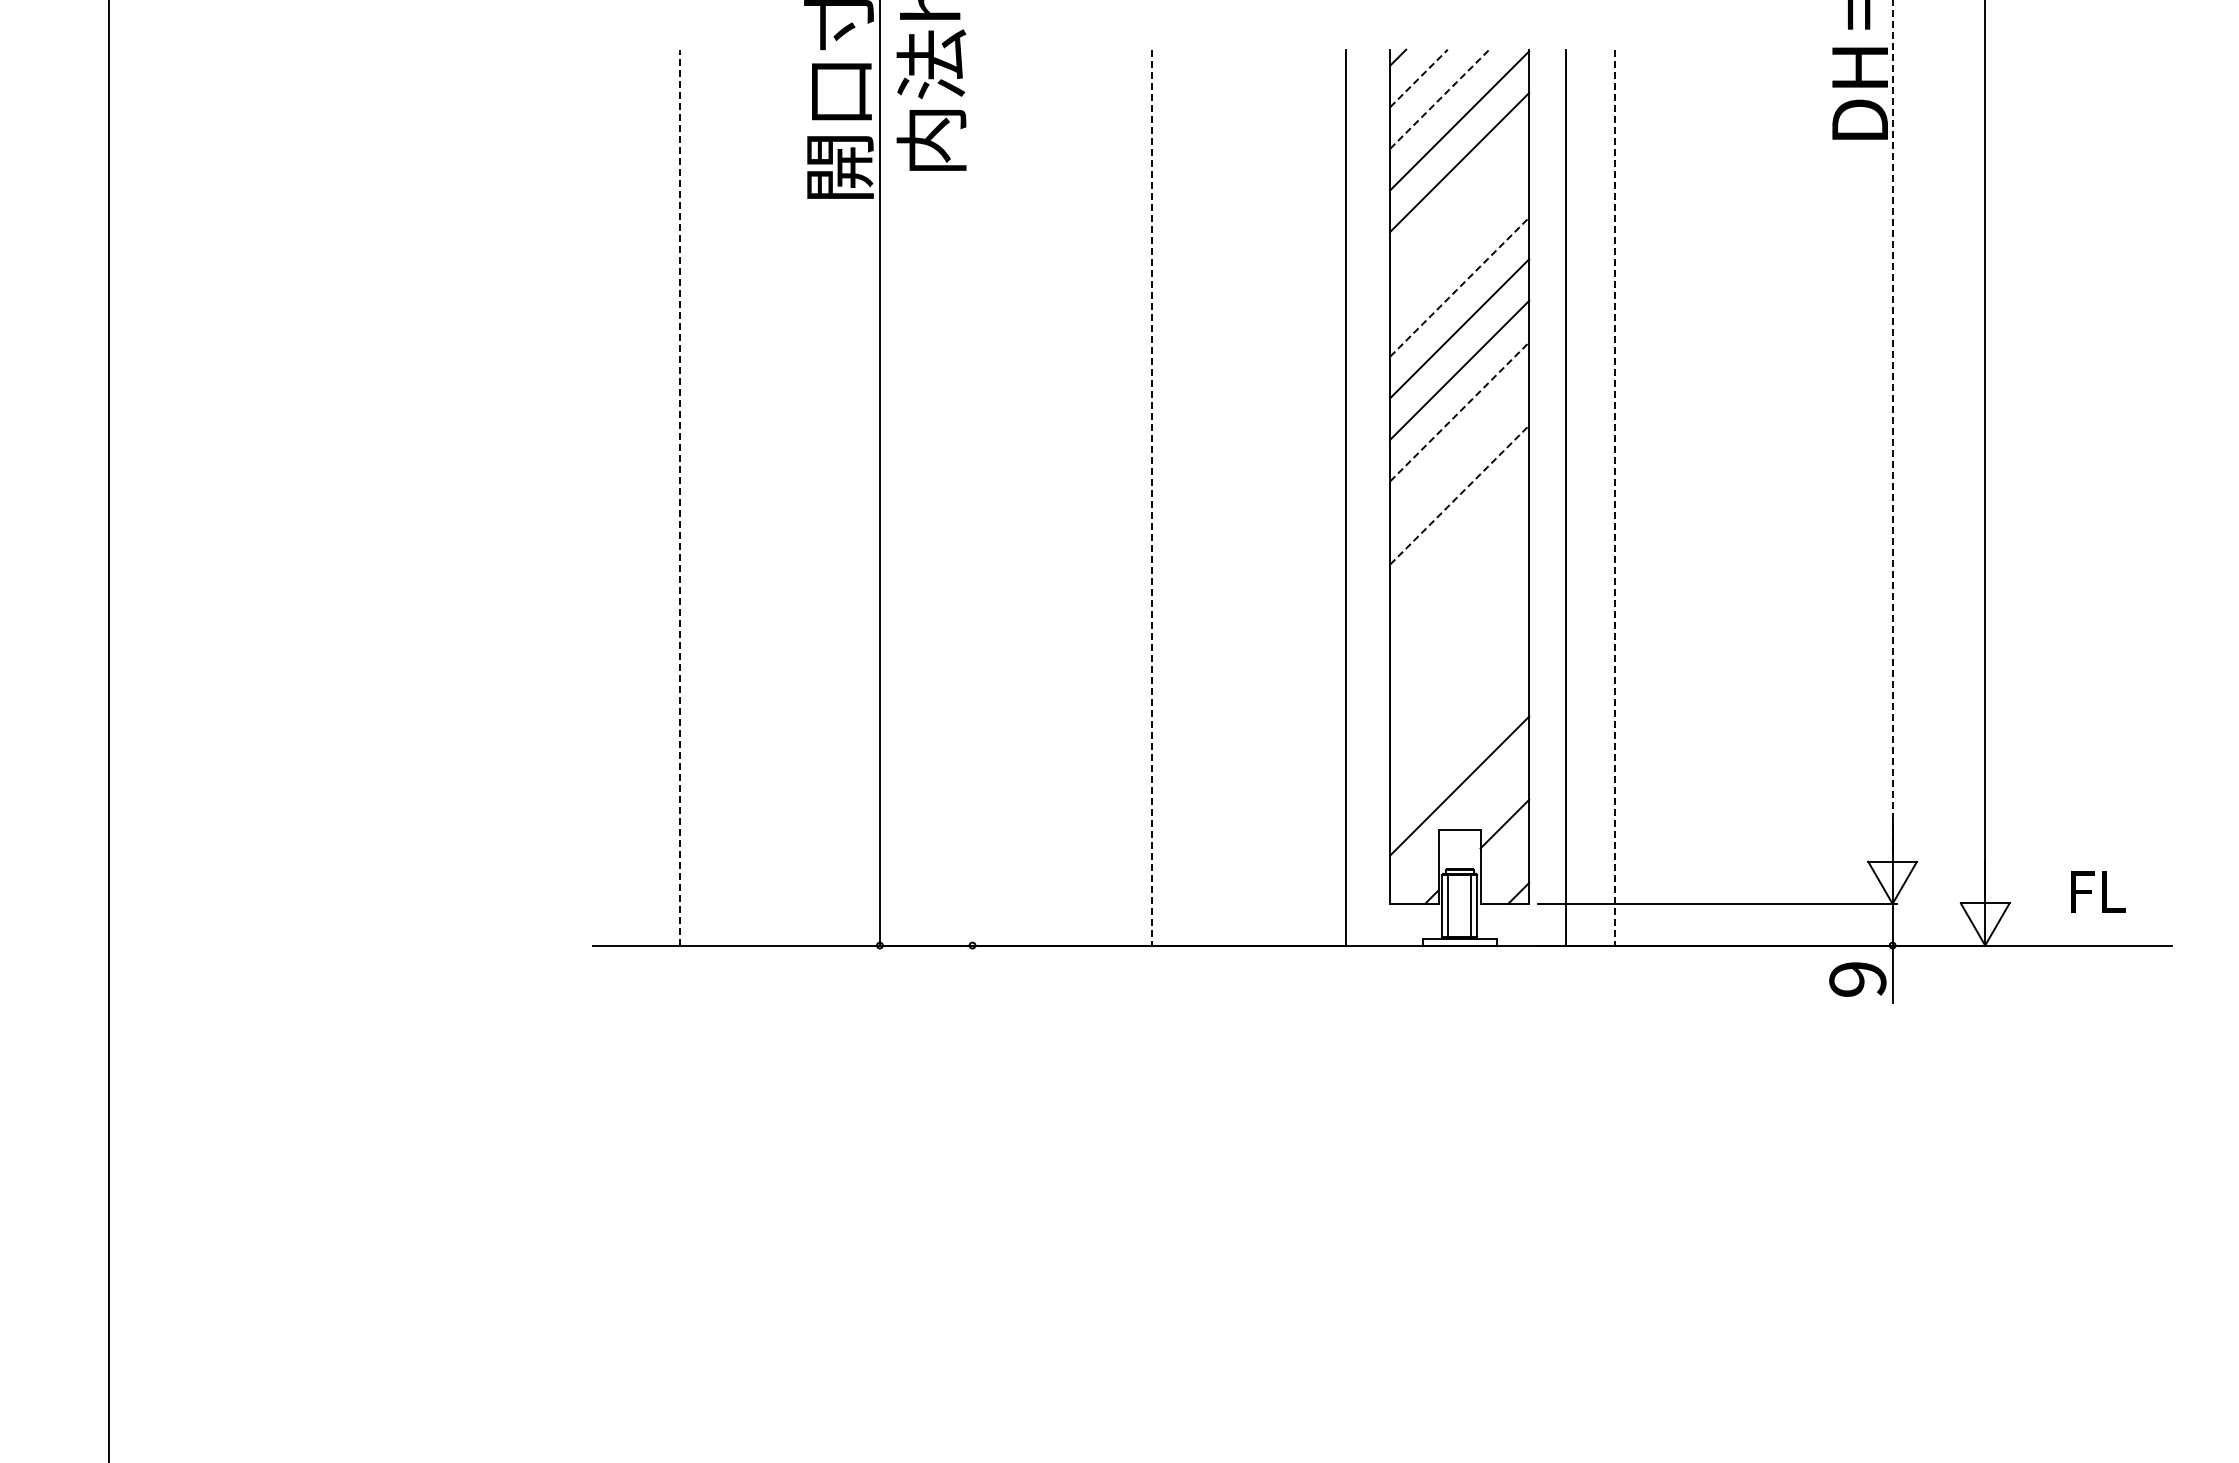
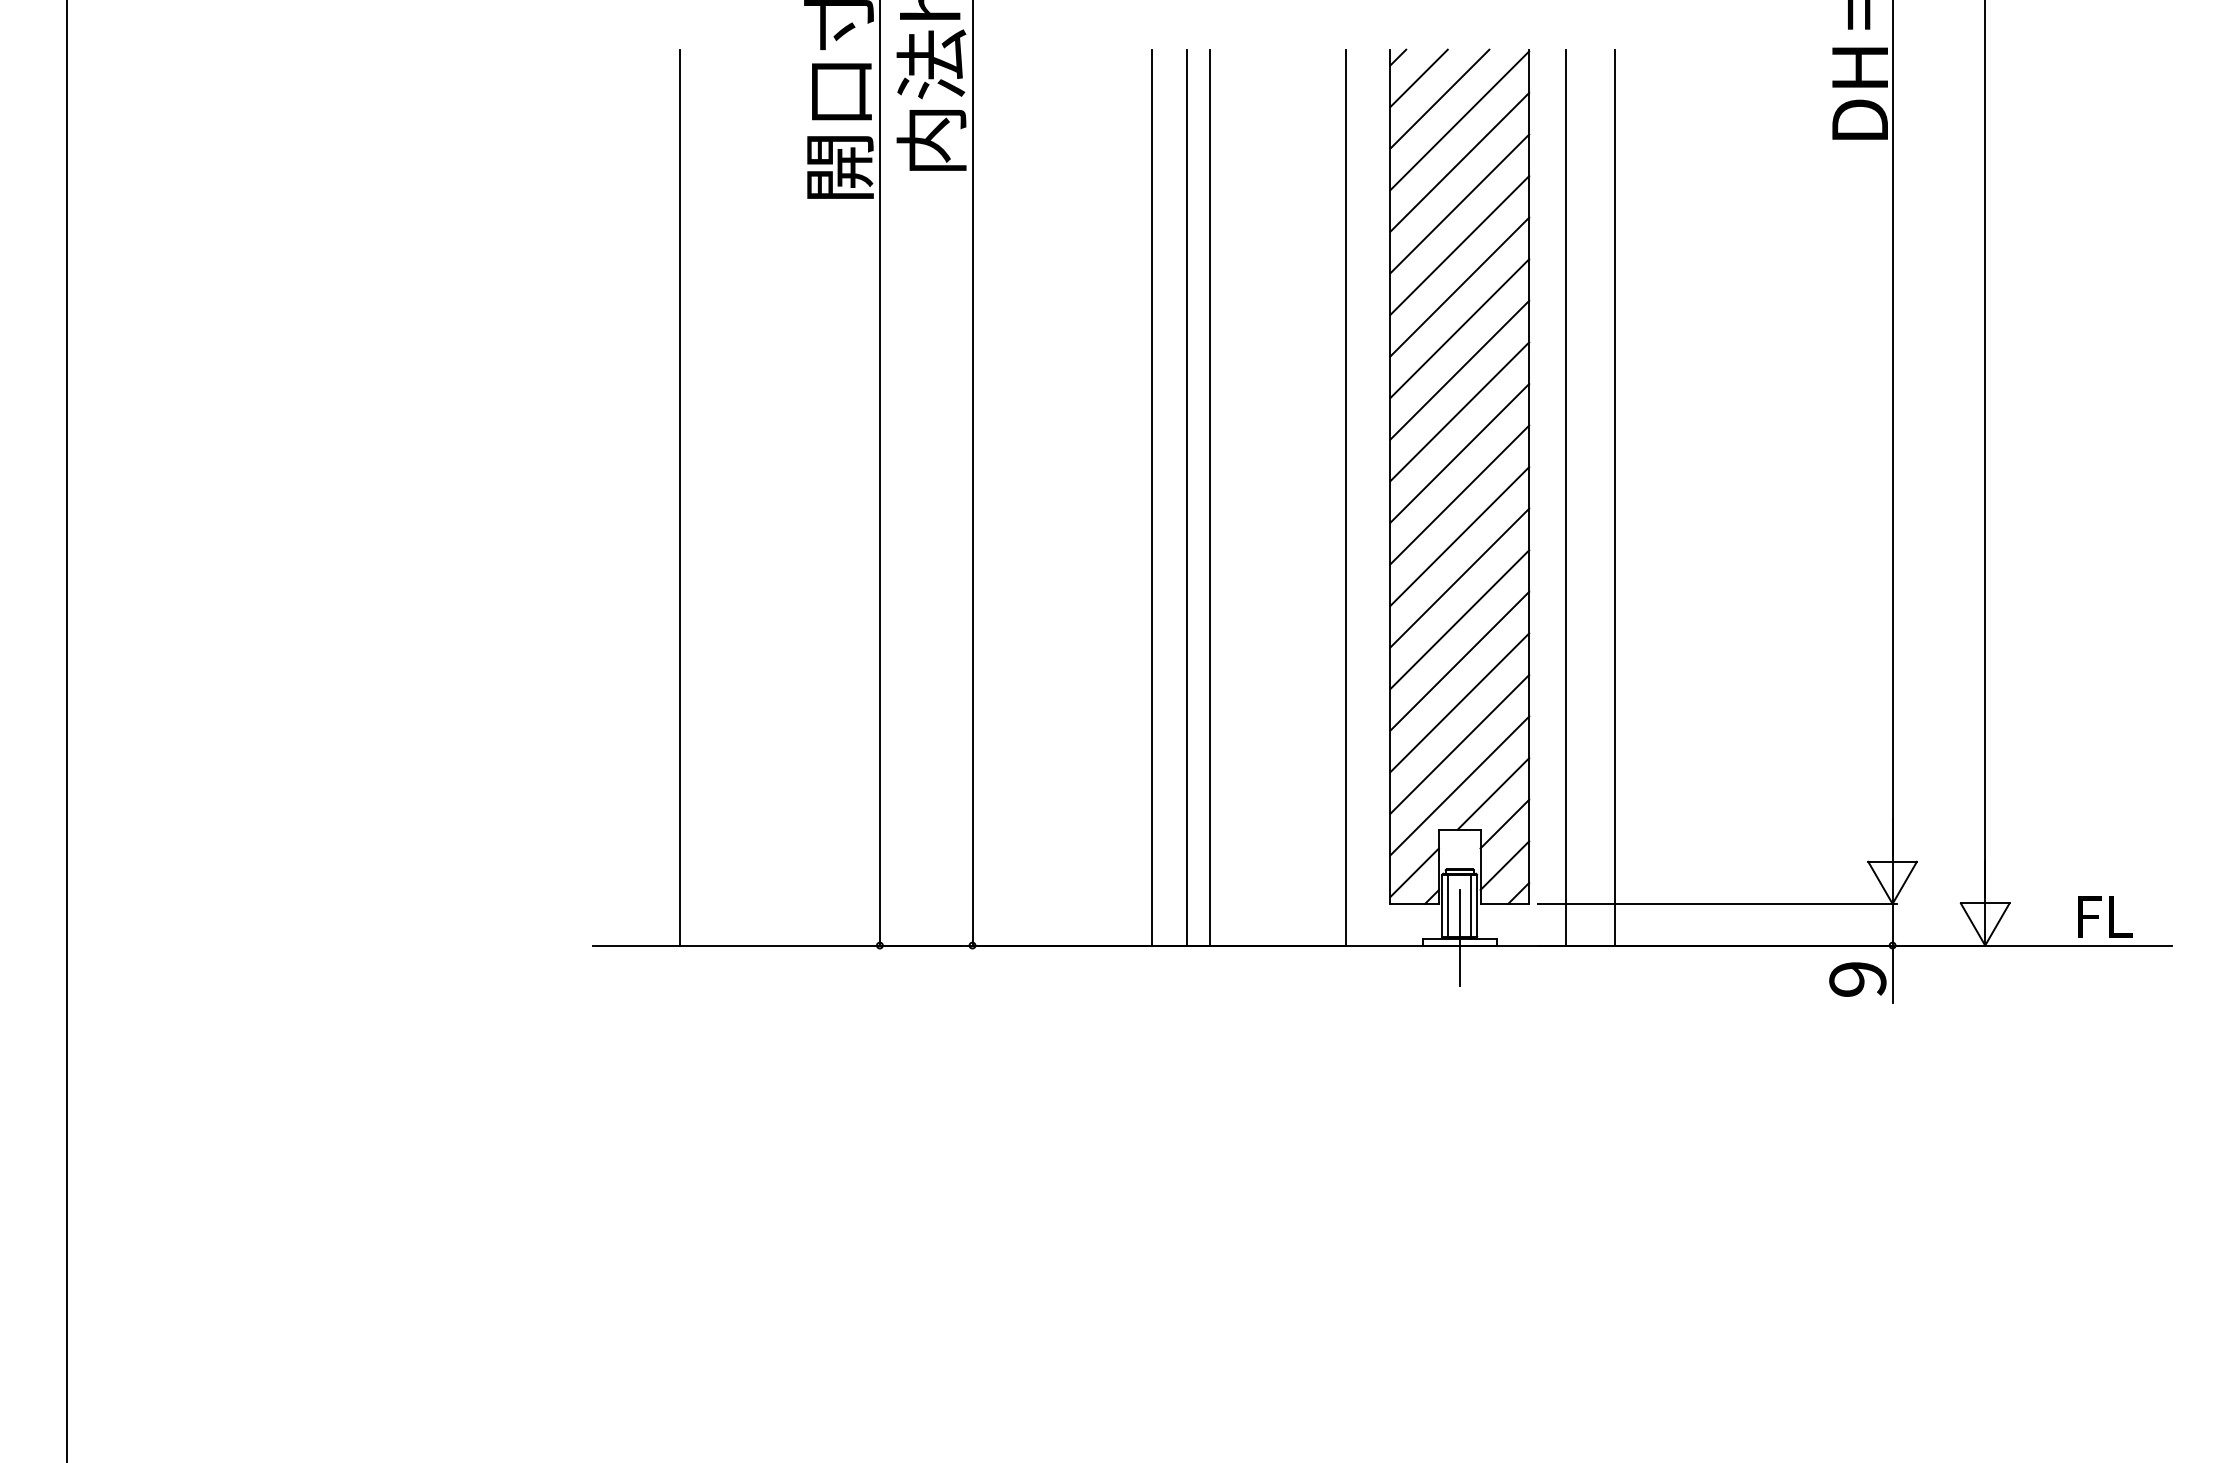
line at (1419, 78): dashed -> solid
line at (1440, 98): dashed -> solid
line at (1459, 203): none -> present
line at (1459, 245): none -> present
line at (1460, 286): dashed -> solid
line at (1460, 411): dashed -> solid
line at (1892, 428): dashed -> solid
line at (1459, 453): none -> present
line at (972, 473): none -> present
line at (1460, 494): dashed -> solid
line at (679, 497): dashed -> solid
line at (1151, 497): dashed -> solid
line at (1186, 497): none -> present
line at (1209, 497): none -> present
line at (1614, 497): dashed -> solid
line at (1459, 536): none -> present
line at (1459, 577): none -> present
line at (1459, 619): none -> present
line at (1459, 660): none -> present
line at (1459, 702): none -> present
line at (109, 730) position: (109, 730) -> (67, 730)
line at (1459, 744): none -> present
line at (1493, 793): none -> present
line at (1504, 865): none -> present
line at (1414, 872): none -> present
text at (2098, 891) position: (2098, 891) -> (2105, 916)
line at (1459, 938): none -> present
